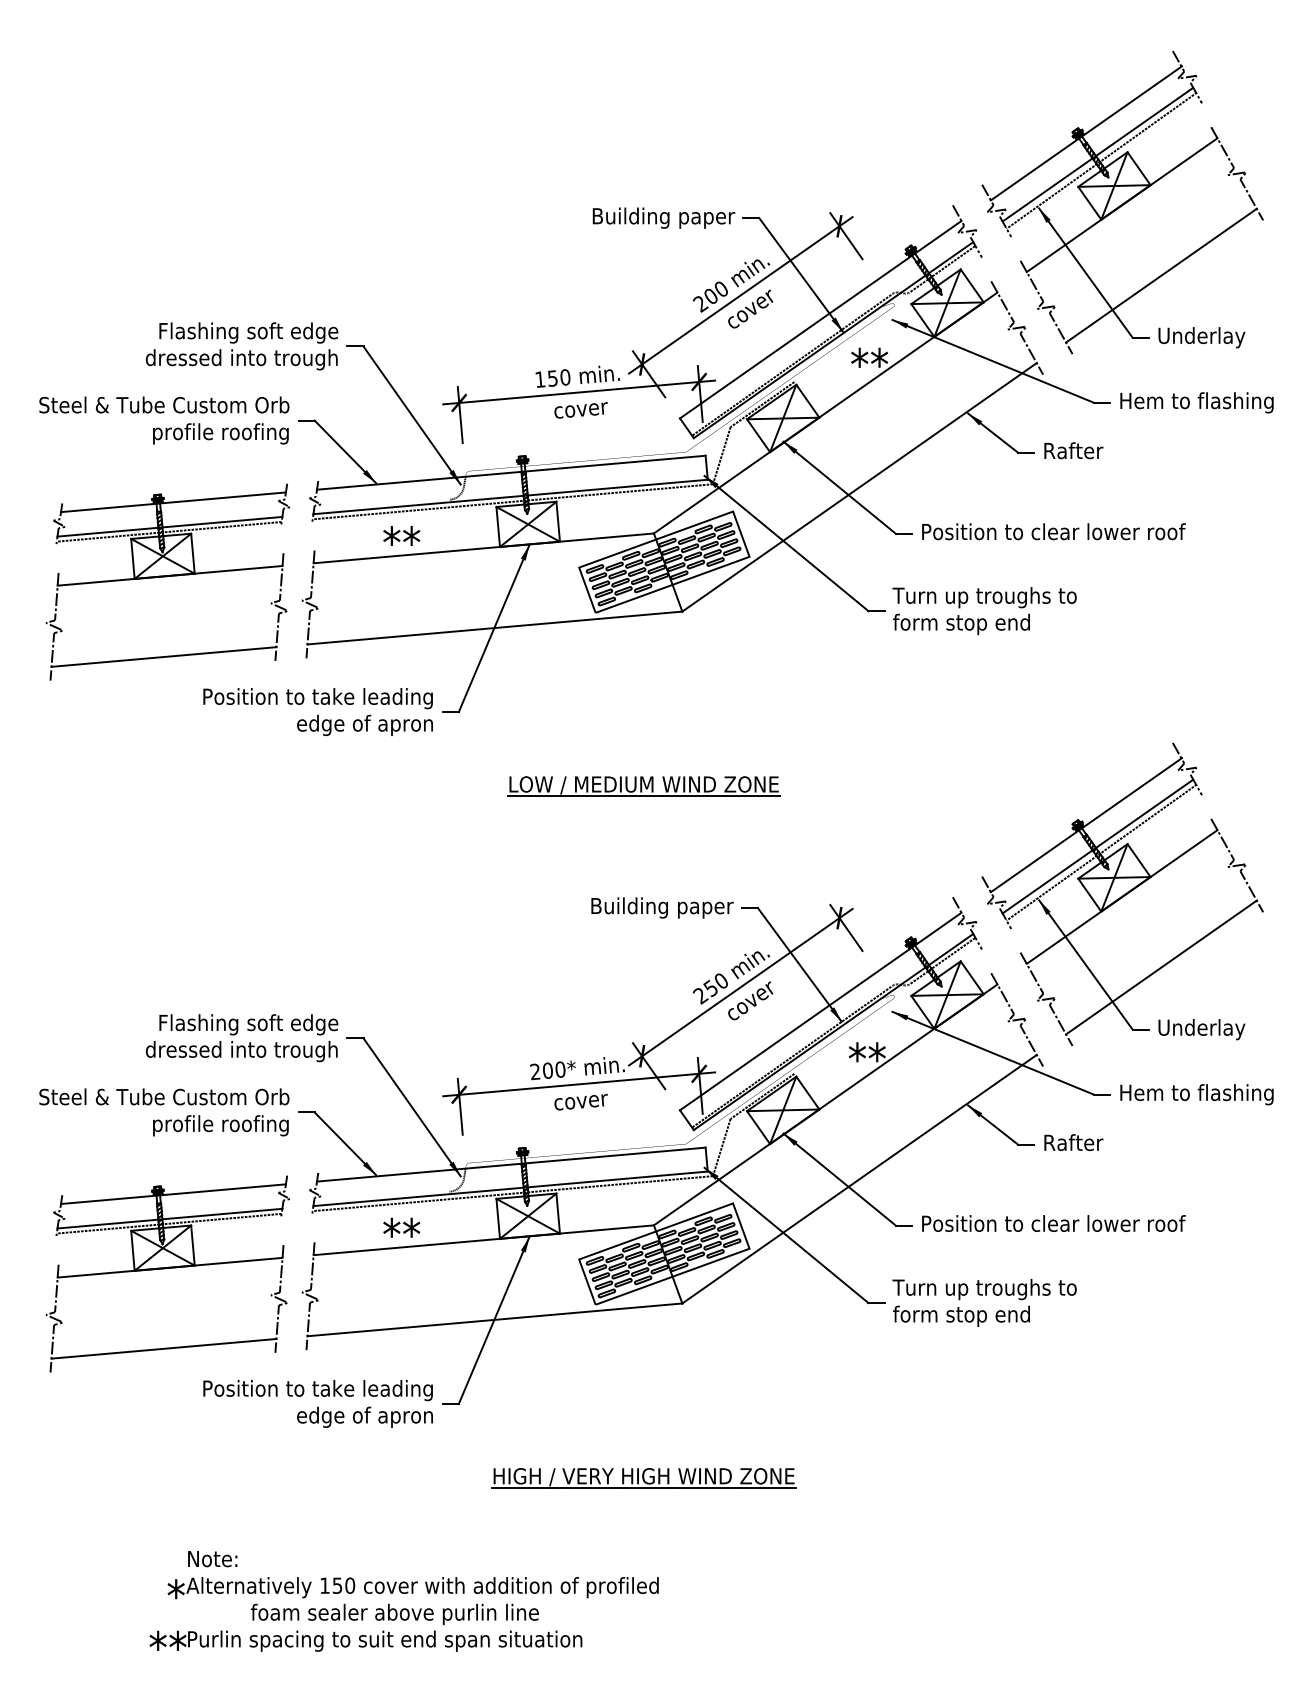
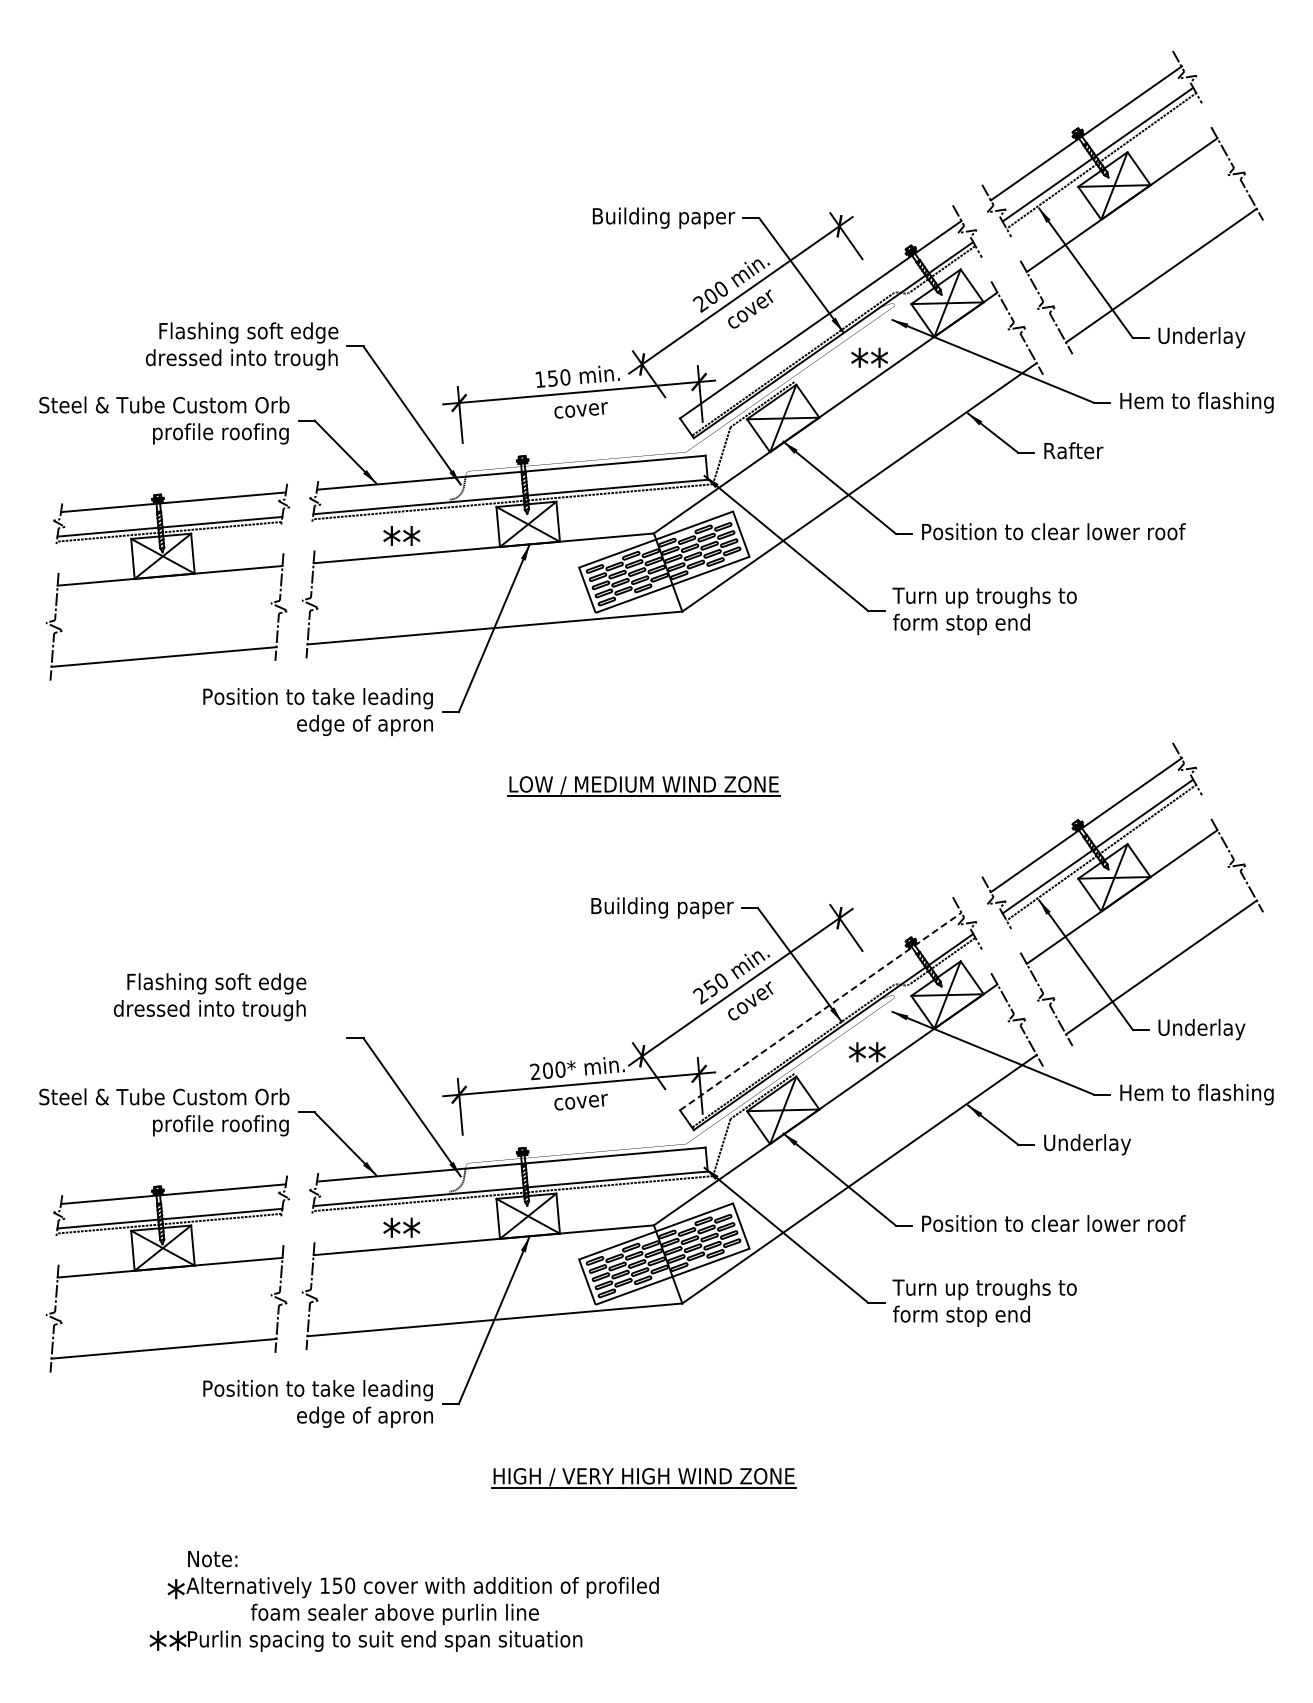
line at (820, 1011): solid -> dashed
text at (242, 1038) position: (242, 1038) -> (210, 997)
text at (1087, 1144): Rafter -> Underlay
